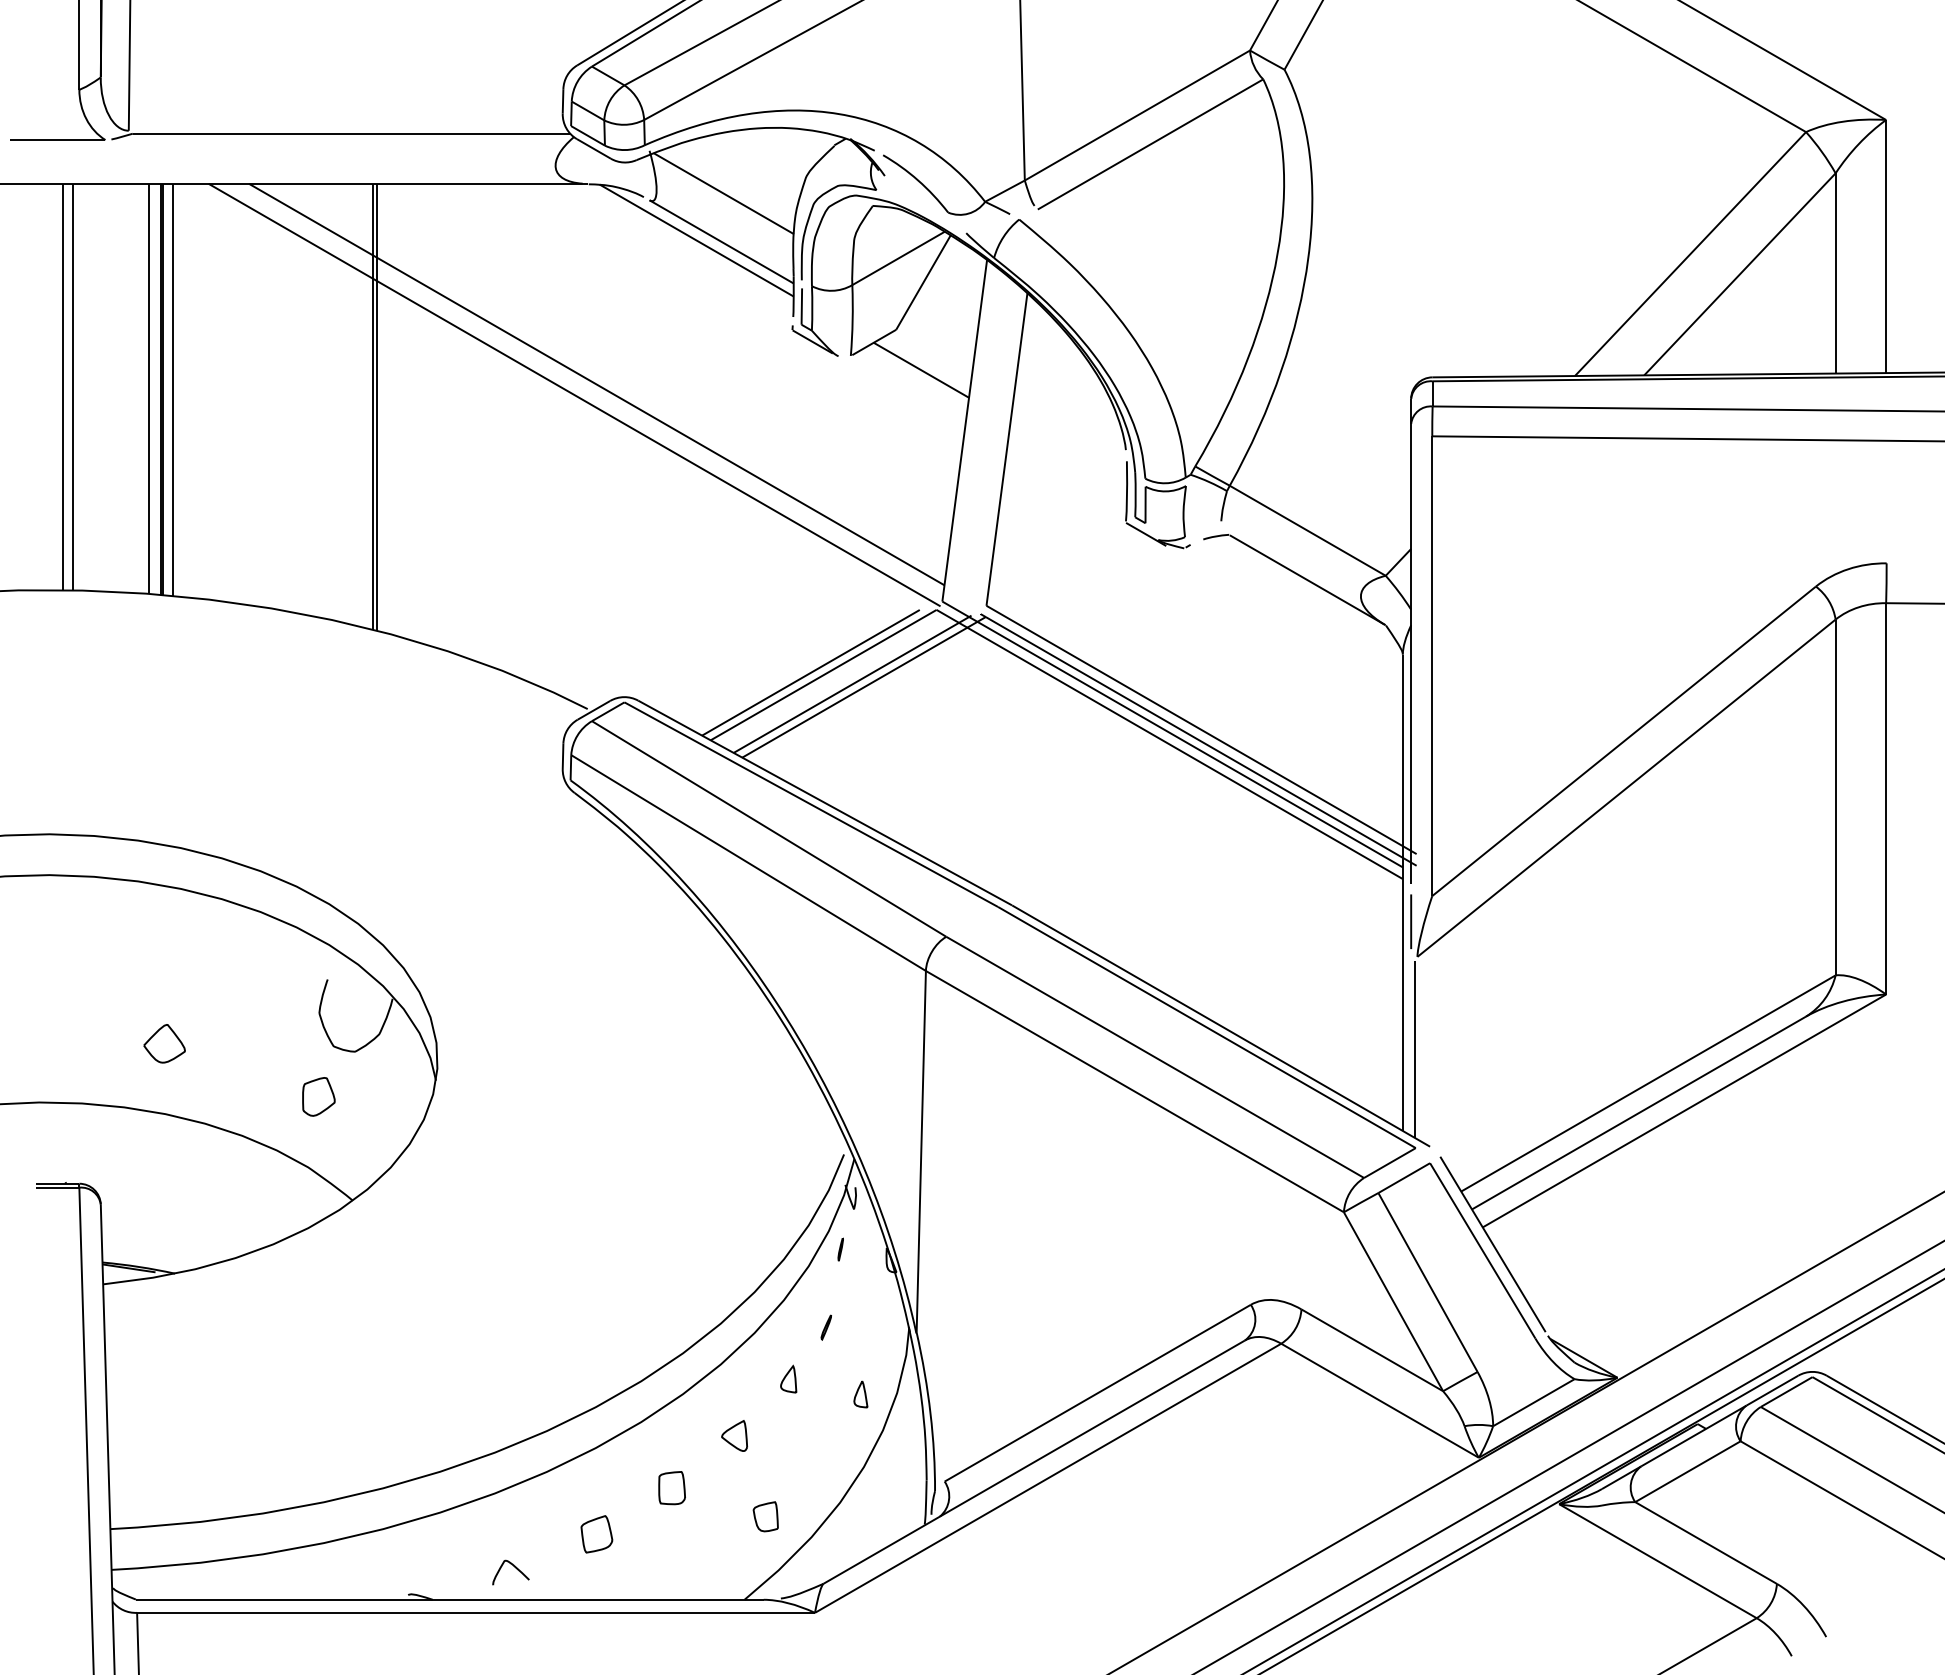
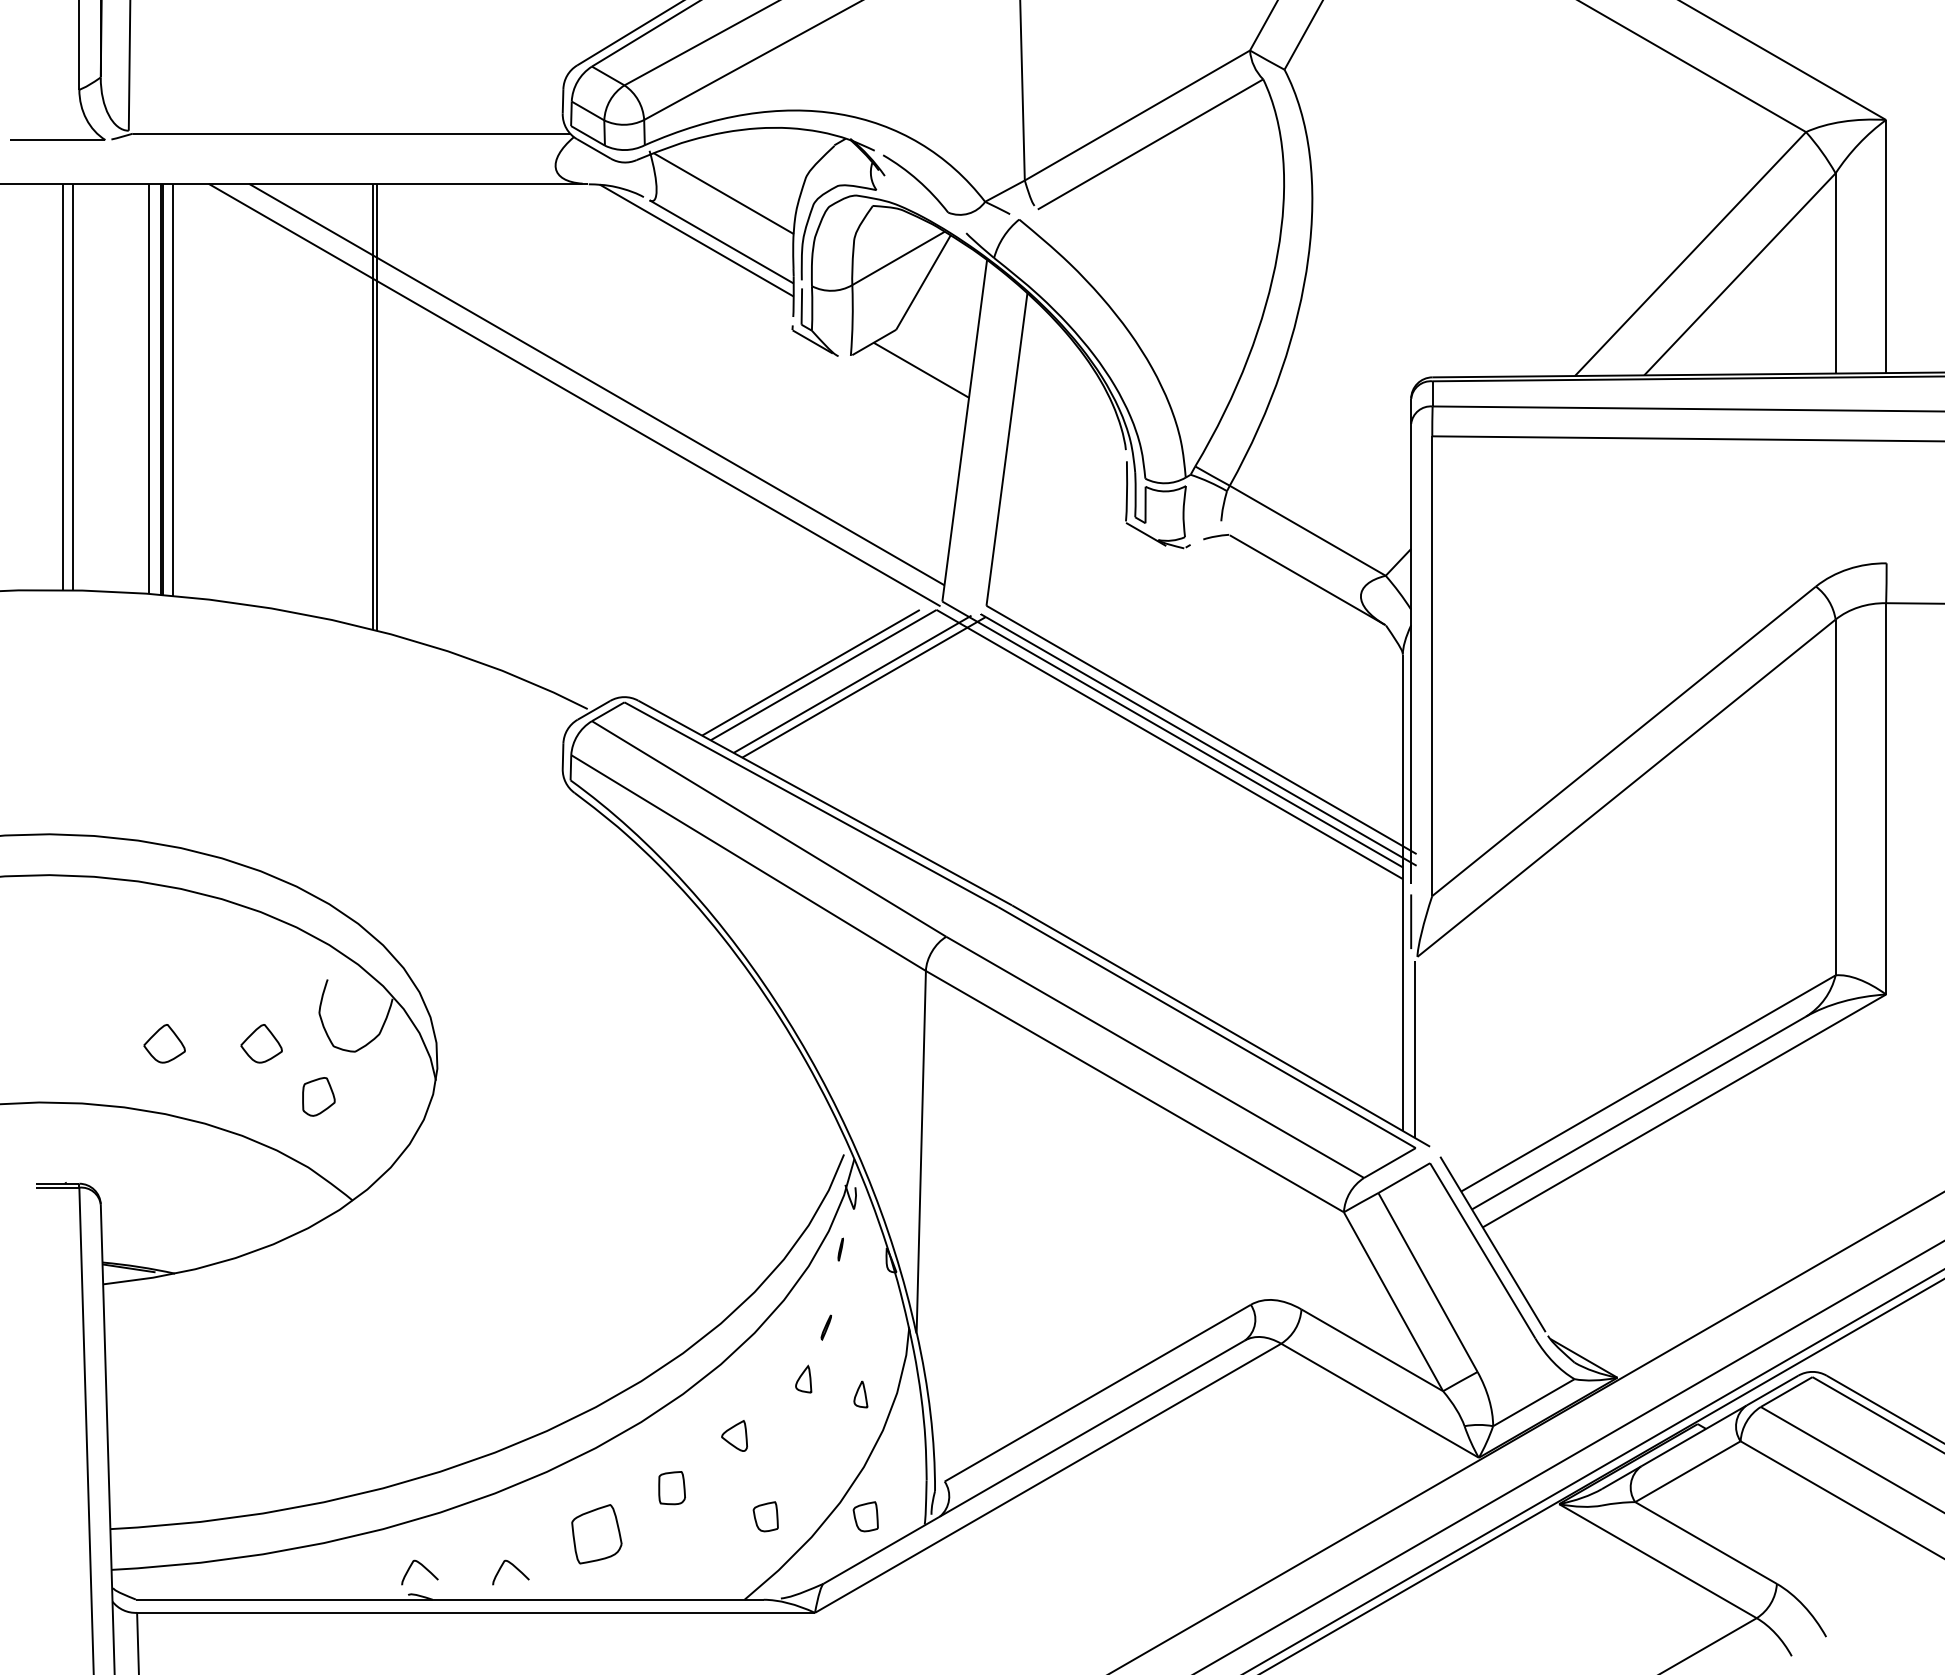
part at (261, 1043): none -> present
part at (788, 1378) position: (788, 1378) -> (803, 1378)
part at (865, 1516): none -> present
part at (596, 1534) size: 34x39 px -> 52x61 px
part at (423, 1567): none -> present
